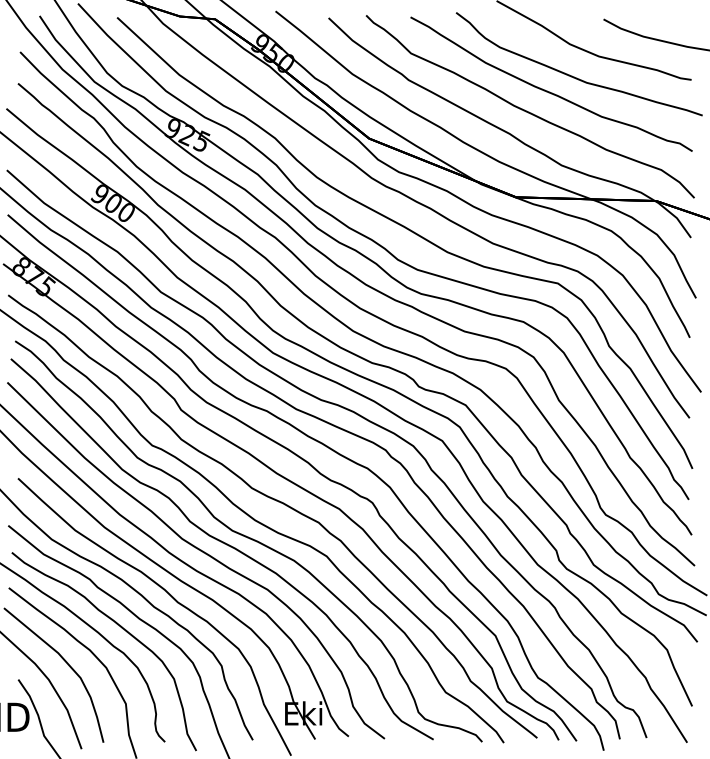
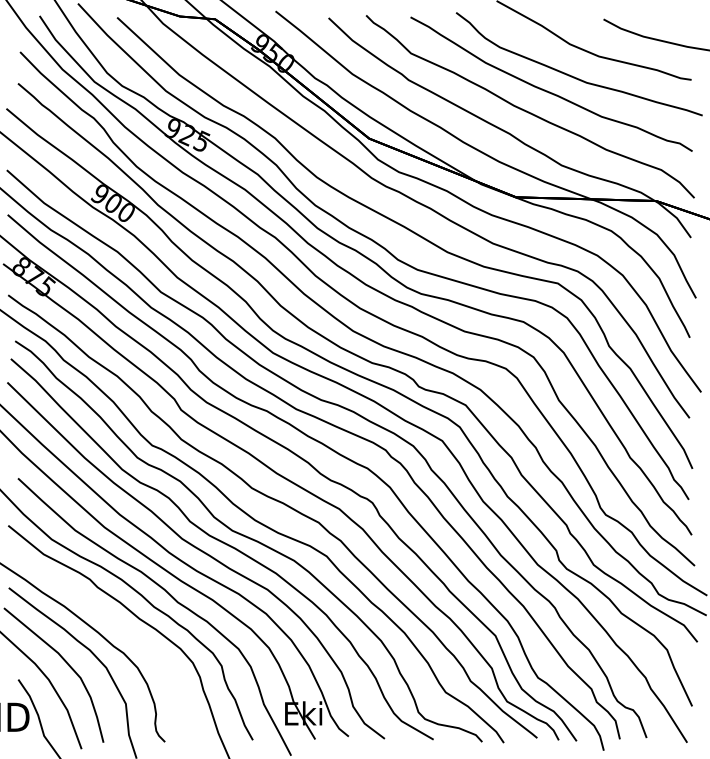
curve at (122, 629): present -> none
